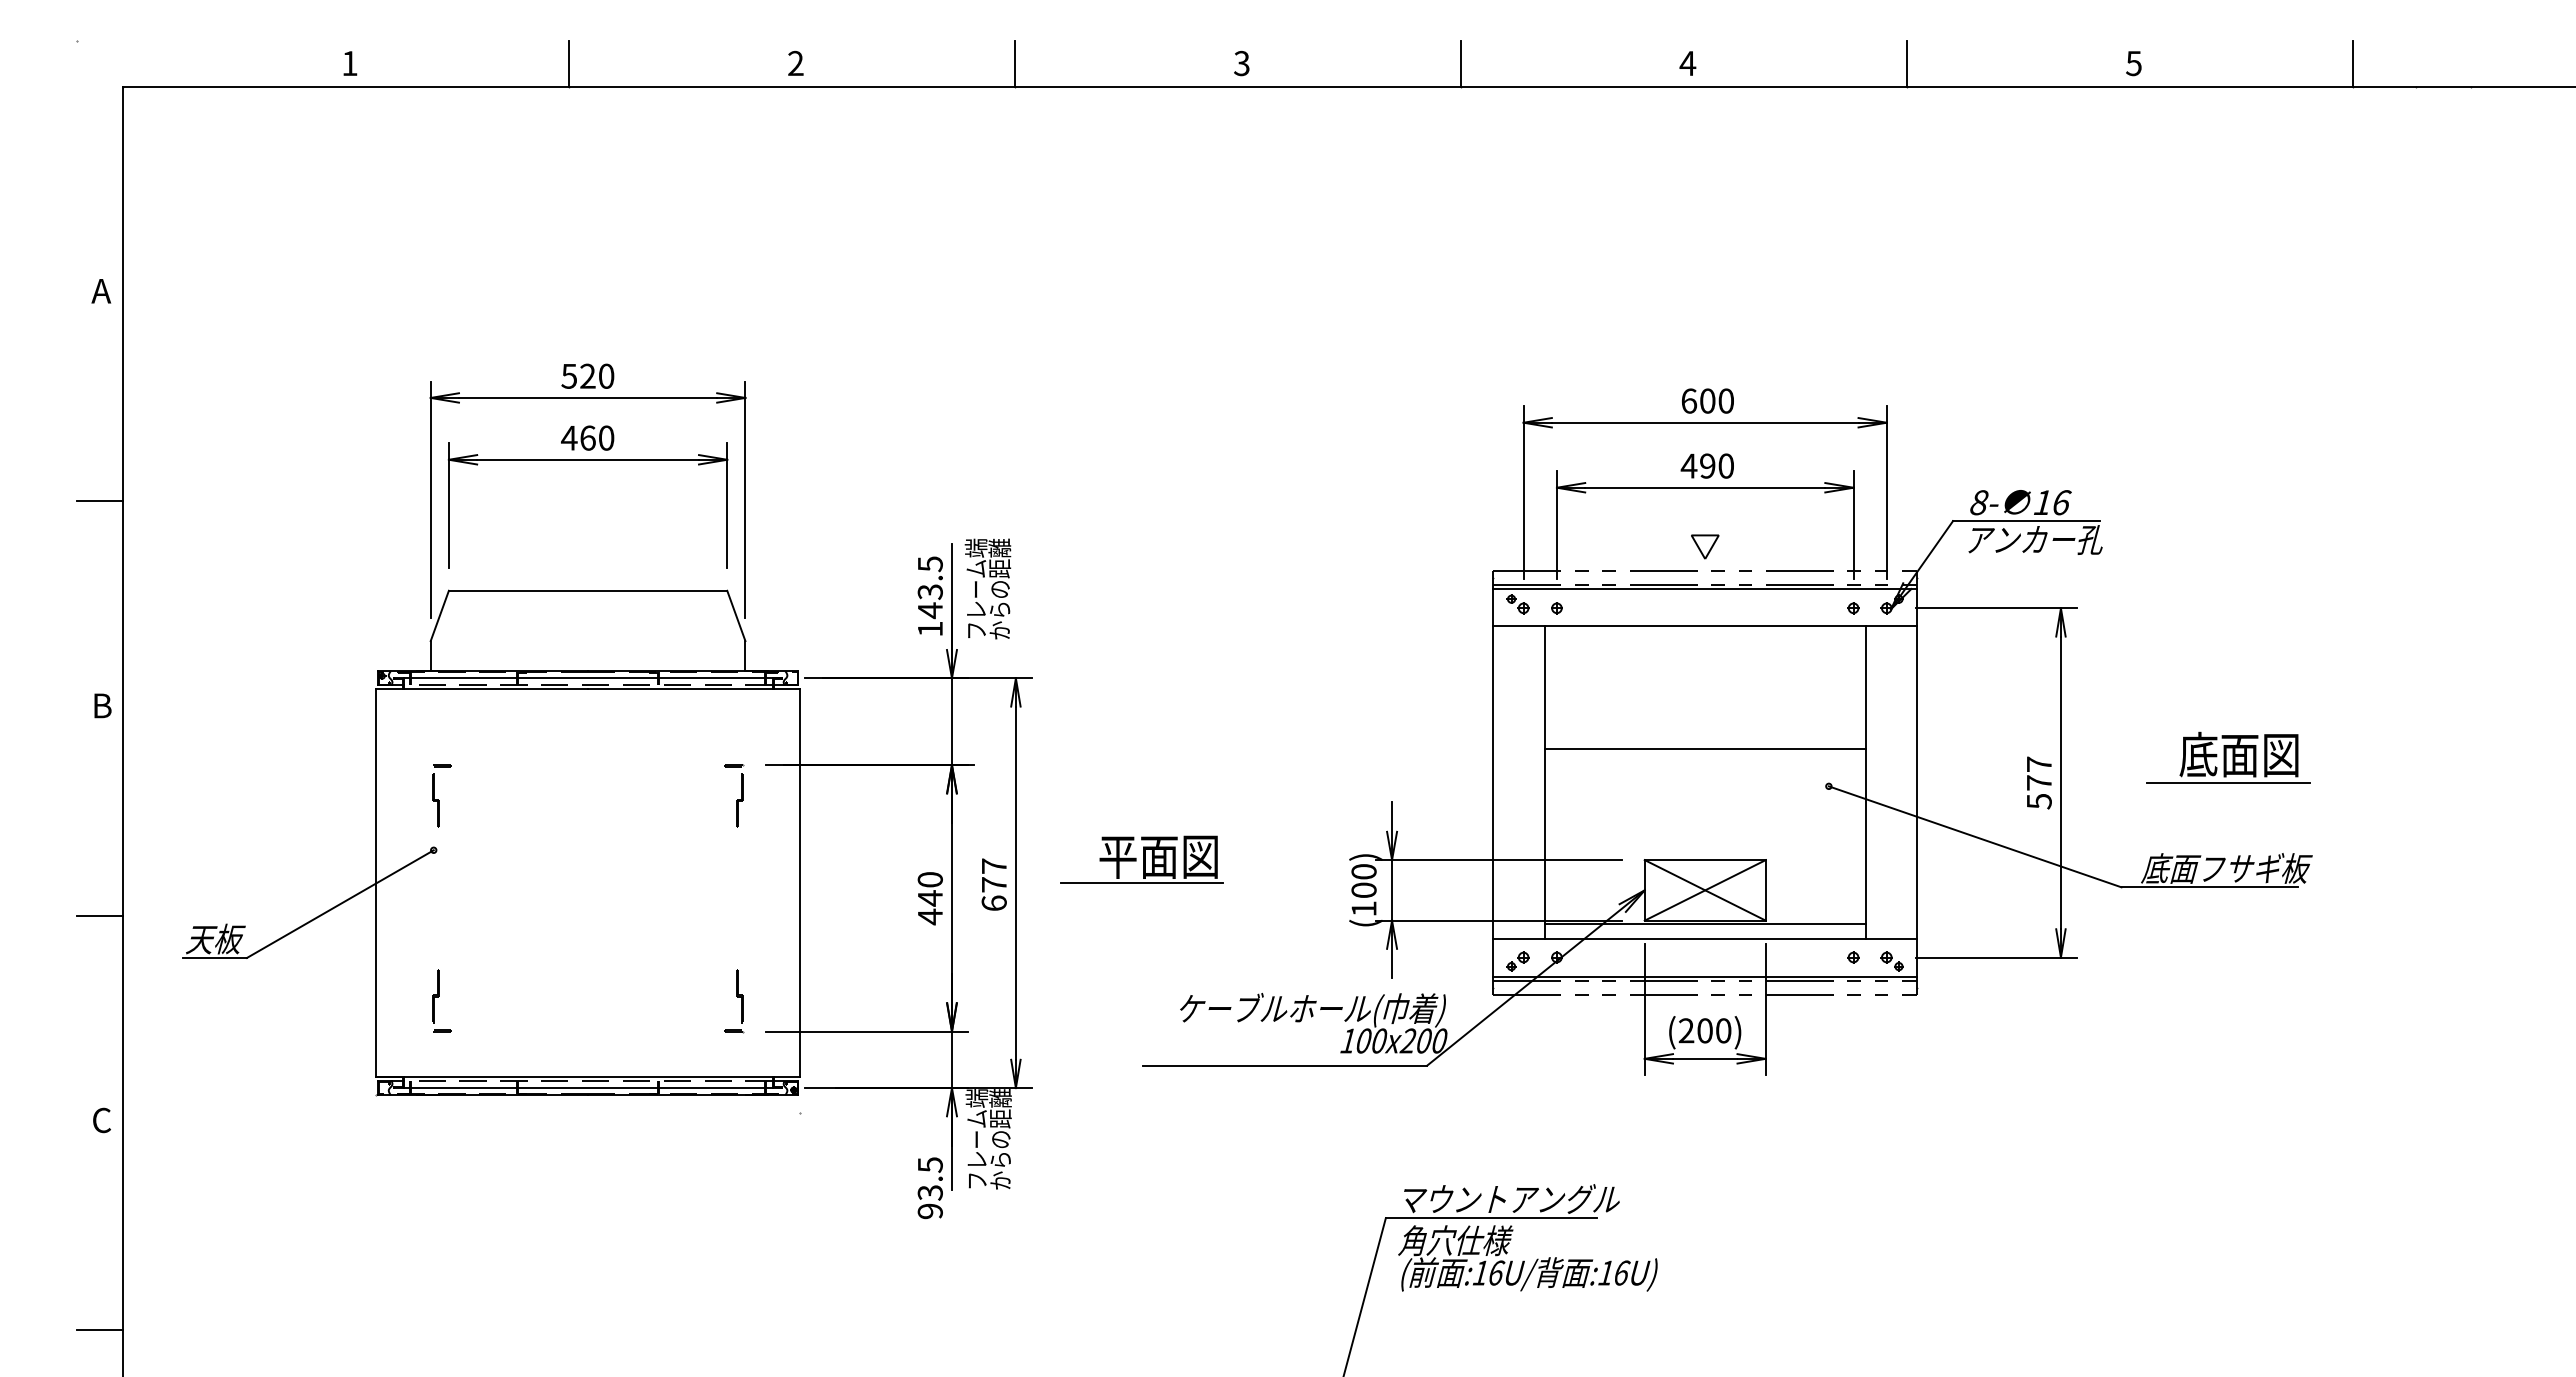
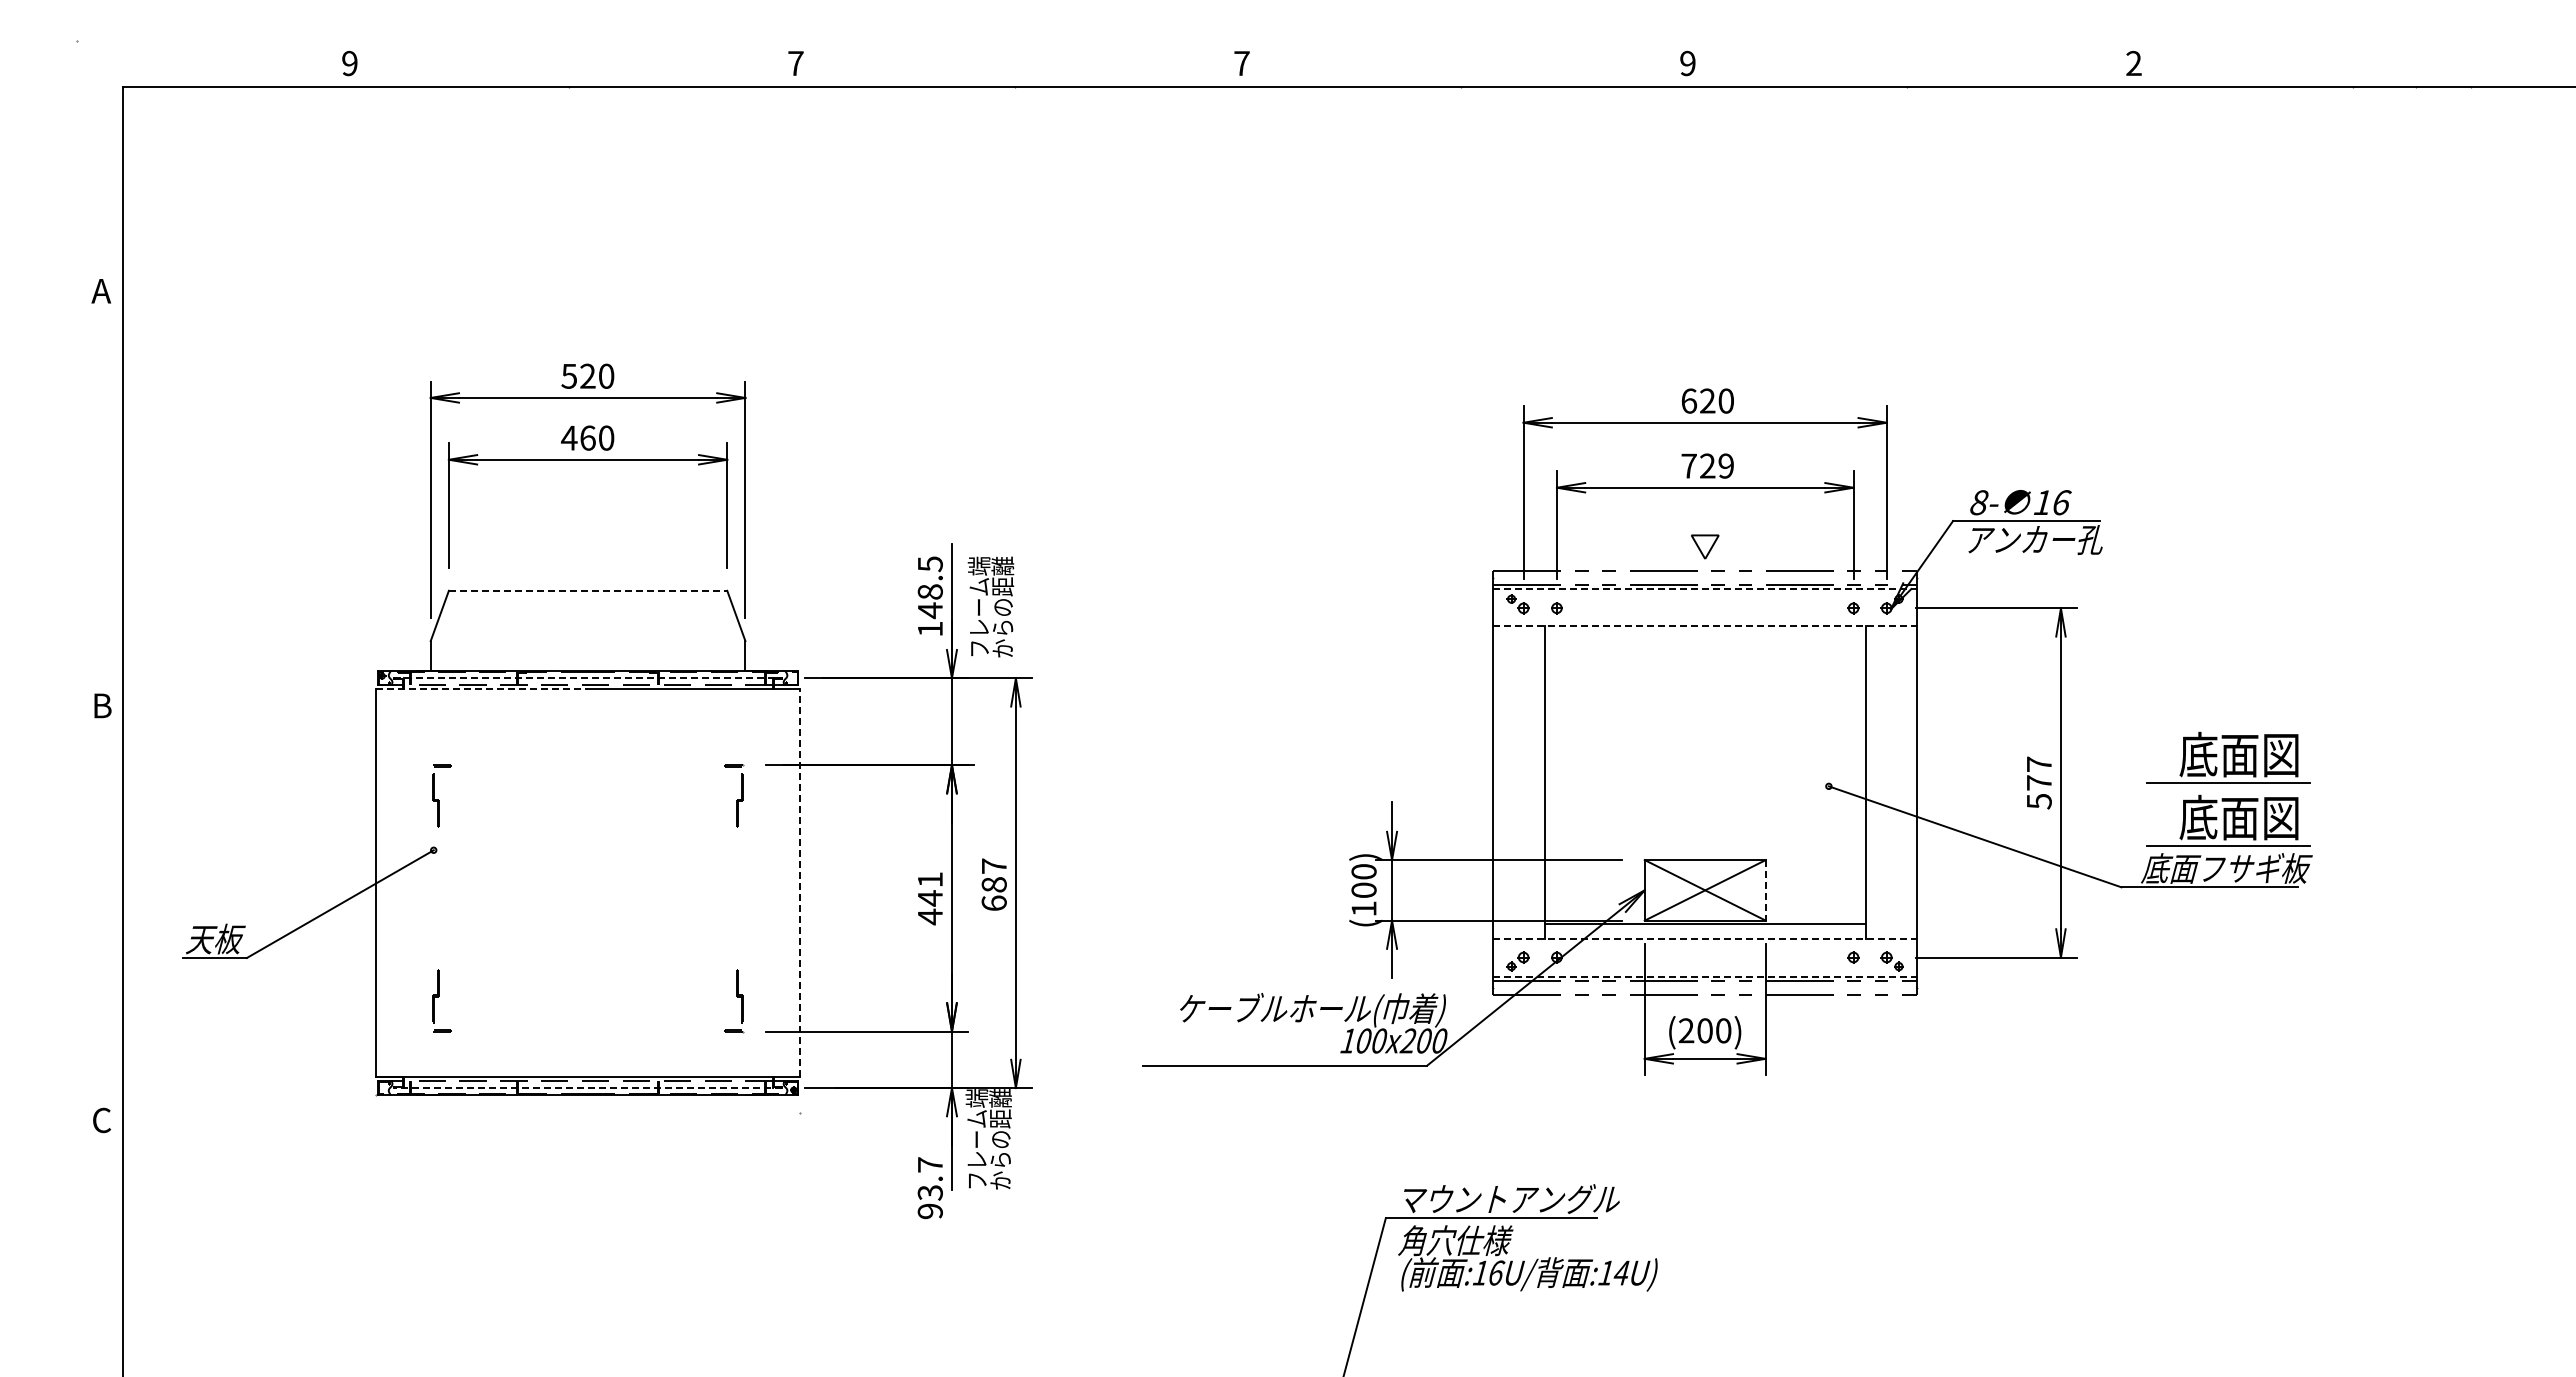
text at (795, 62): 2 -> 7
text at (349, 63): 1 -> 9
line at (568, 63): present -> none
line at (1014, 63): present -> none
text at (1241, 63): 3 -> 7
line at (1460, 63): present -> none
text at (1687, 63): 4 -> 9
line at (1906, 63): present -> none
text at (2133, 63): 5 -> 2
line at (2352, 63): present -> none
text at (1707, 400): 600 -> 620
text at (1706, 465): 490 -> 729
line at (99, 501): present -> none
text at (987, 588) position: (987, 588) -> (990, 606)
line at (1705, 589): solid -> dashed
line at (588, 590): solid -> dashed
text at (929, 591): 143.5 -> 148.5
line at (1705, 626): solid -> dashed
line at (588, 678): solid -> dashed
line at (482, 689): solid -> dashed
line at (1704, 748): present -> none
part at (2228, 820): none -> present
part at (1141, 859): present -> none
text at (929, 879): 440 -> 441
line at (799, 883): solid -> dashed
text at (993, 884): 677 -> 687
line at (1765, 890): solid -> dashed
line at (99, 915): present -> none
line at (1705, 939): solid -> dashed
line at (1705, 976): solid -> dashed
line at (588, 1088): solid -> dashed
text at (930, 1164): 93.5 -> 93.7
text at (1621, 1272): :16U) -> :14U)
line at (99, 1330): present -> none
